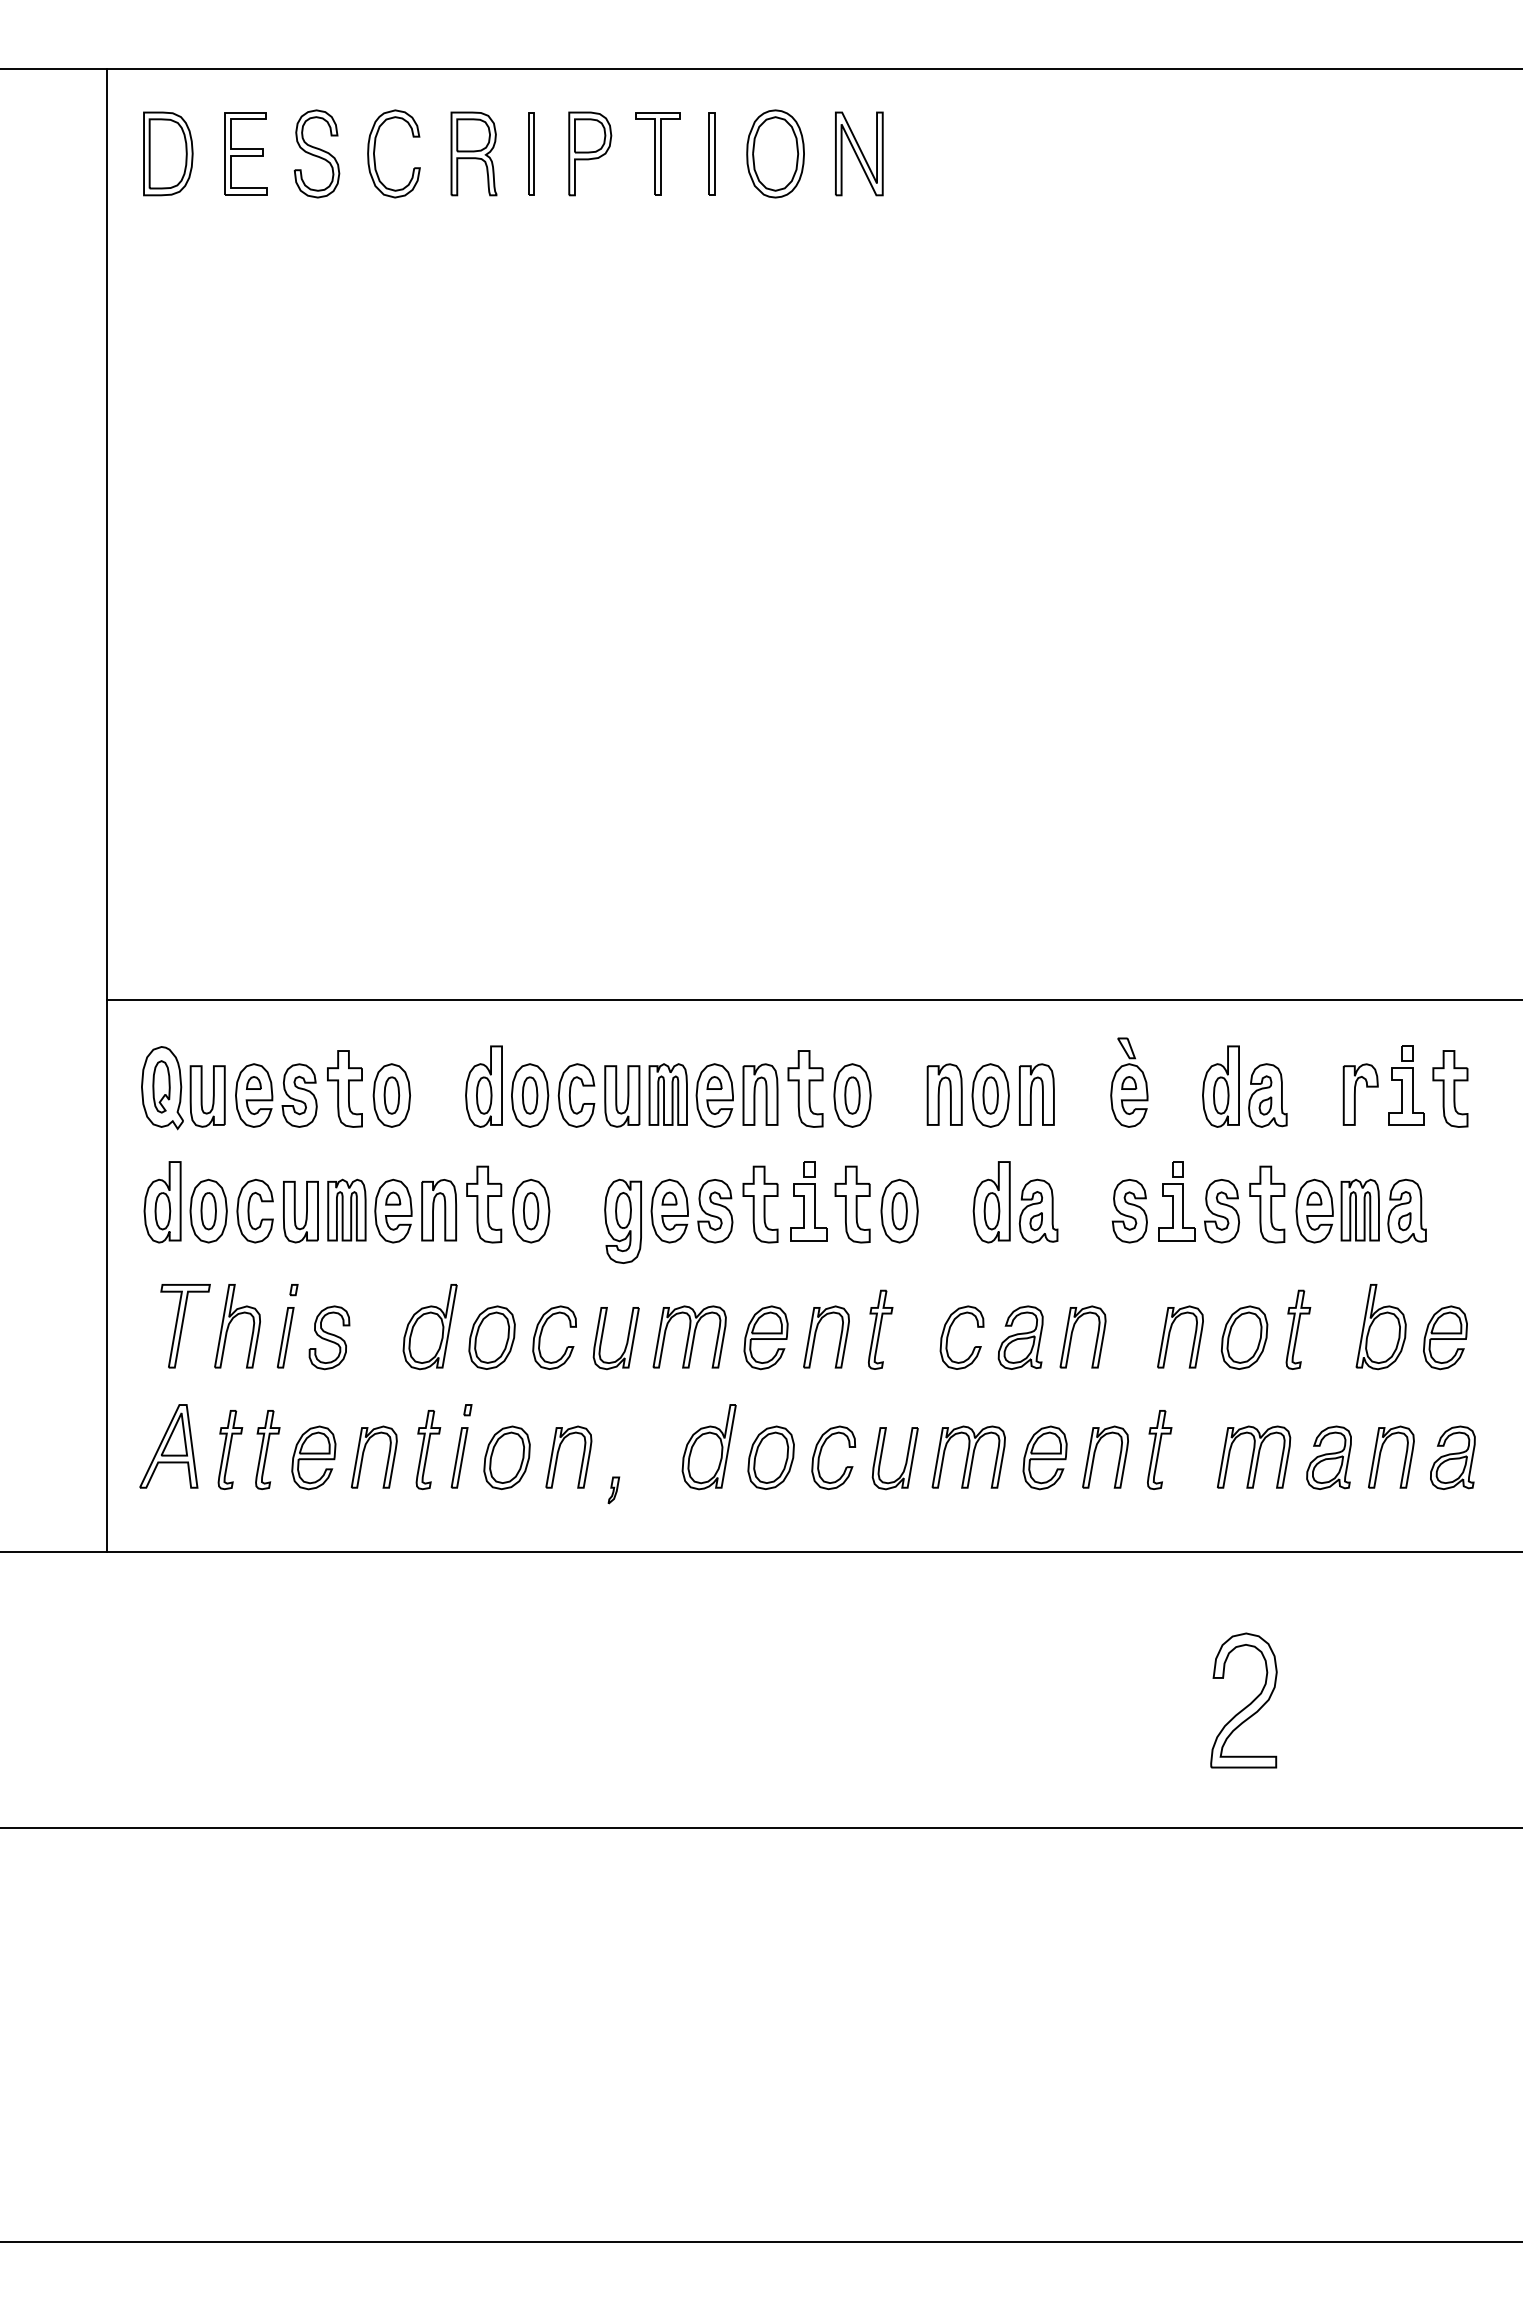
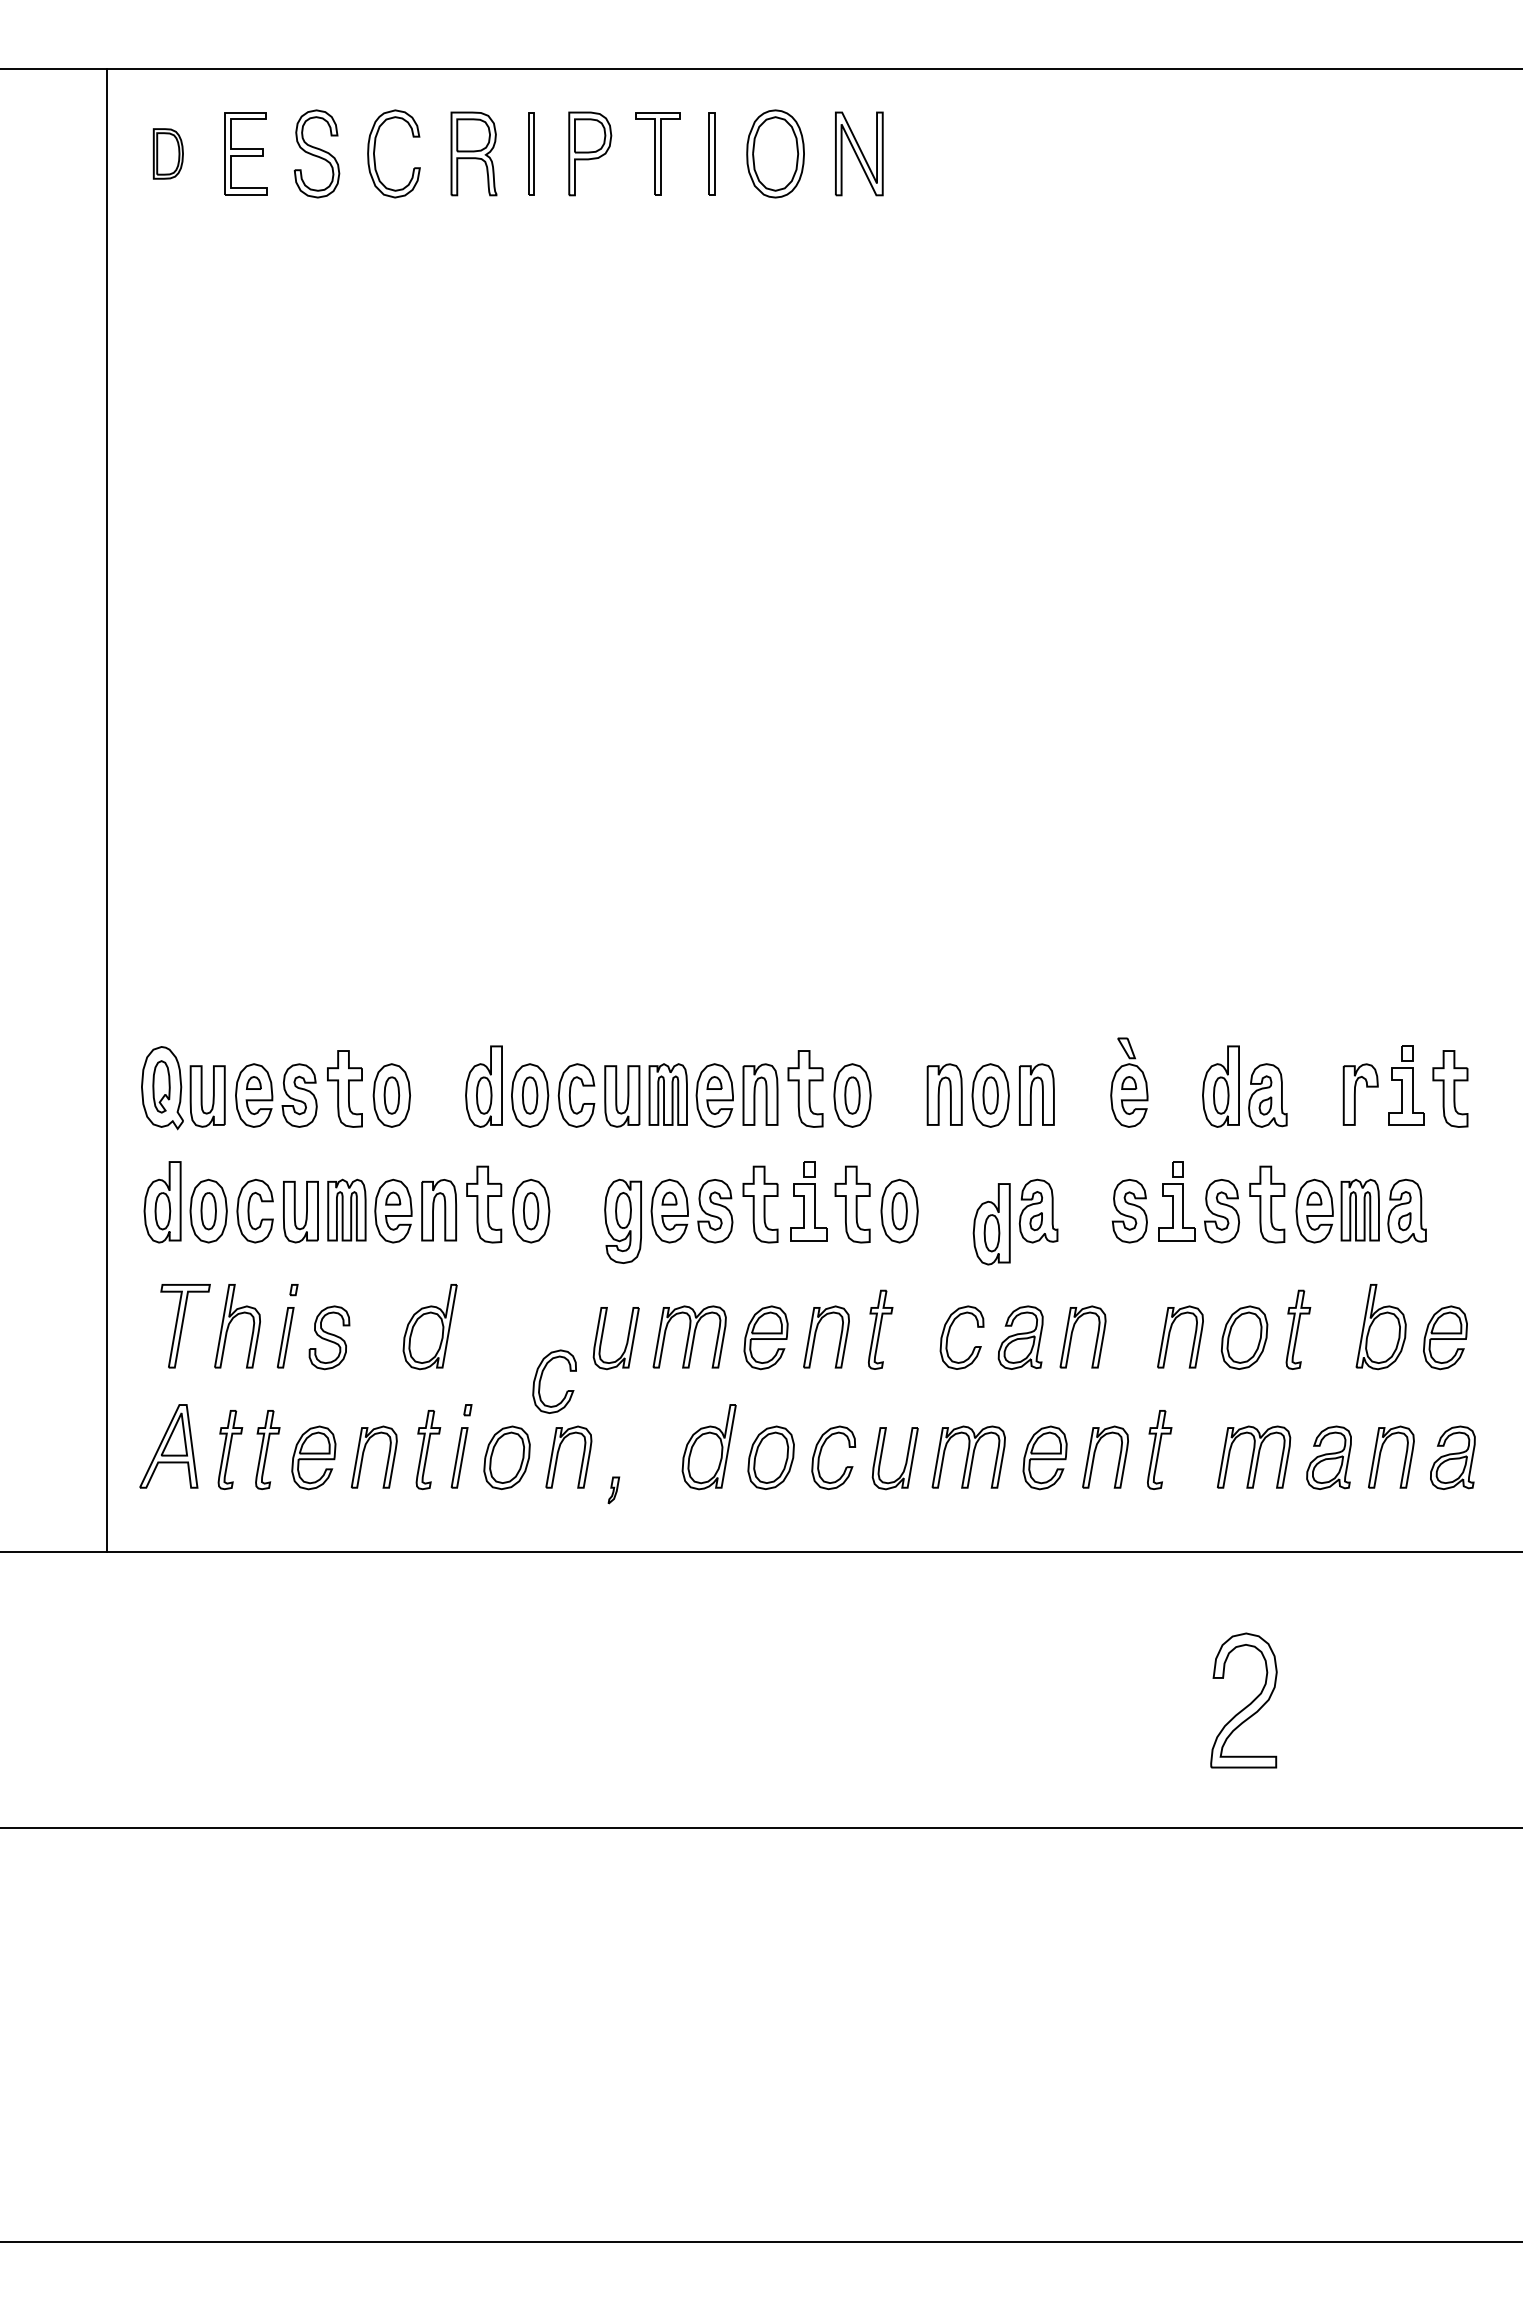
part at (168, 153) size: 51x86 px -> 32x52 px
line at (812, 1000): present -> none
part at (991, 1202) position: (991, 1202) -> (991, 1224)
part at (542, 1332) position: (542, 1332) -> (542, 1376)
part at (491, 1337): present -> none
